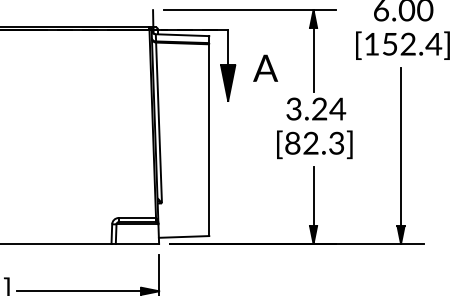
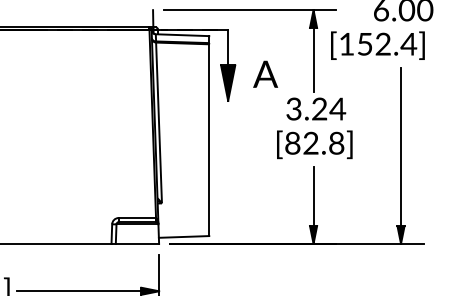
text at (402, 45) position: (402, 45) -> (377, 45)
text at (265, 67) position: (265, 67) -> (265, 73)
text at (336, 143): [82.3] -> [82.8]
